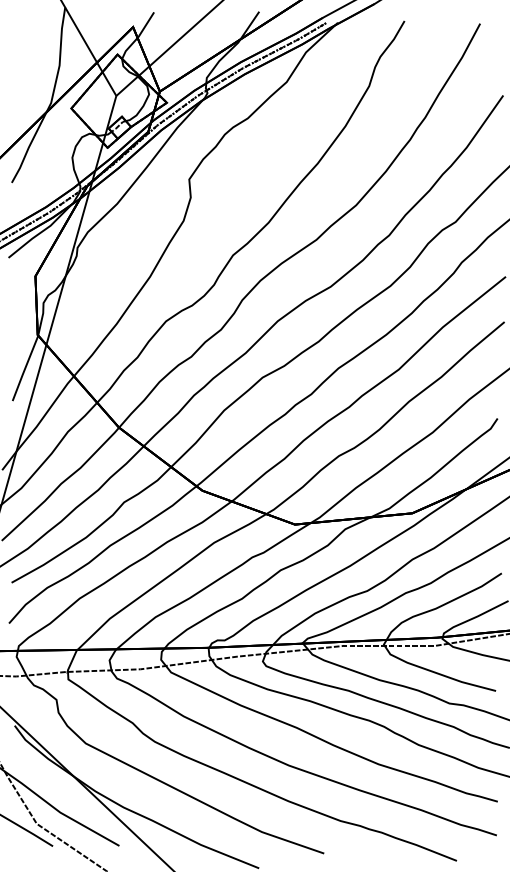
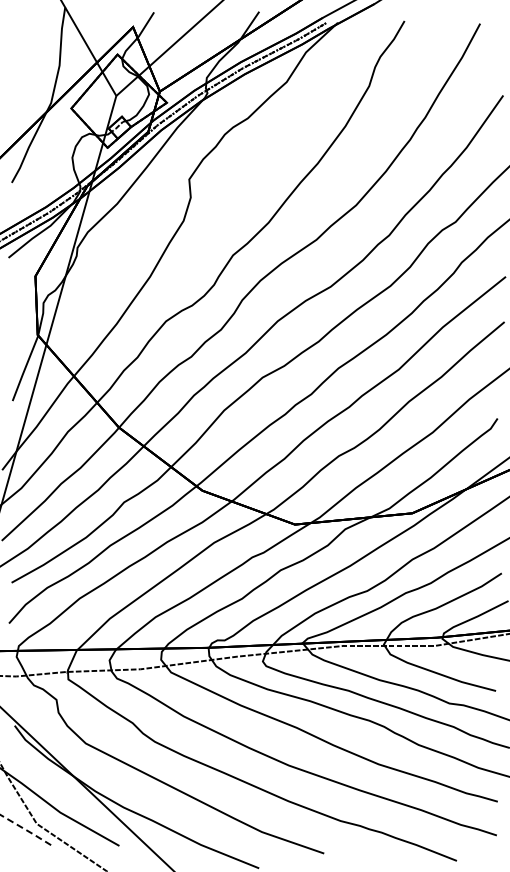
line at (27, 830): solid -> dashed
